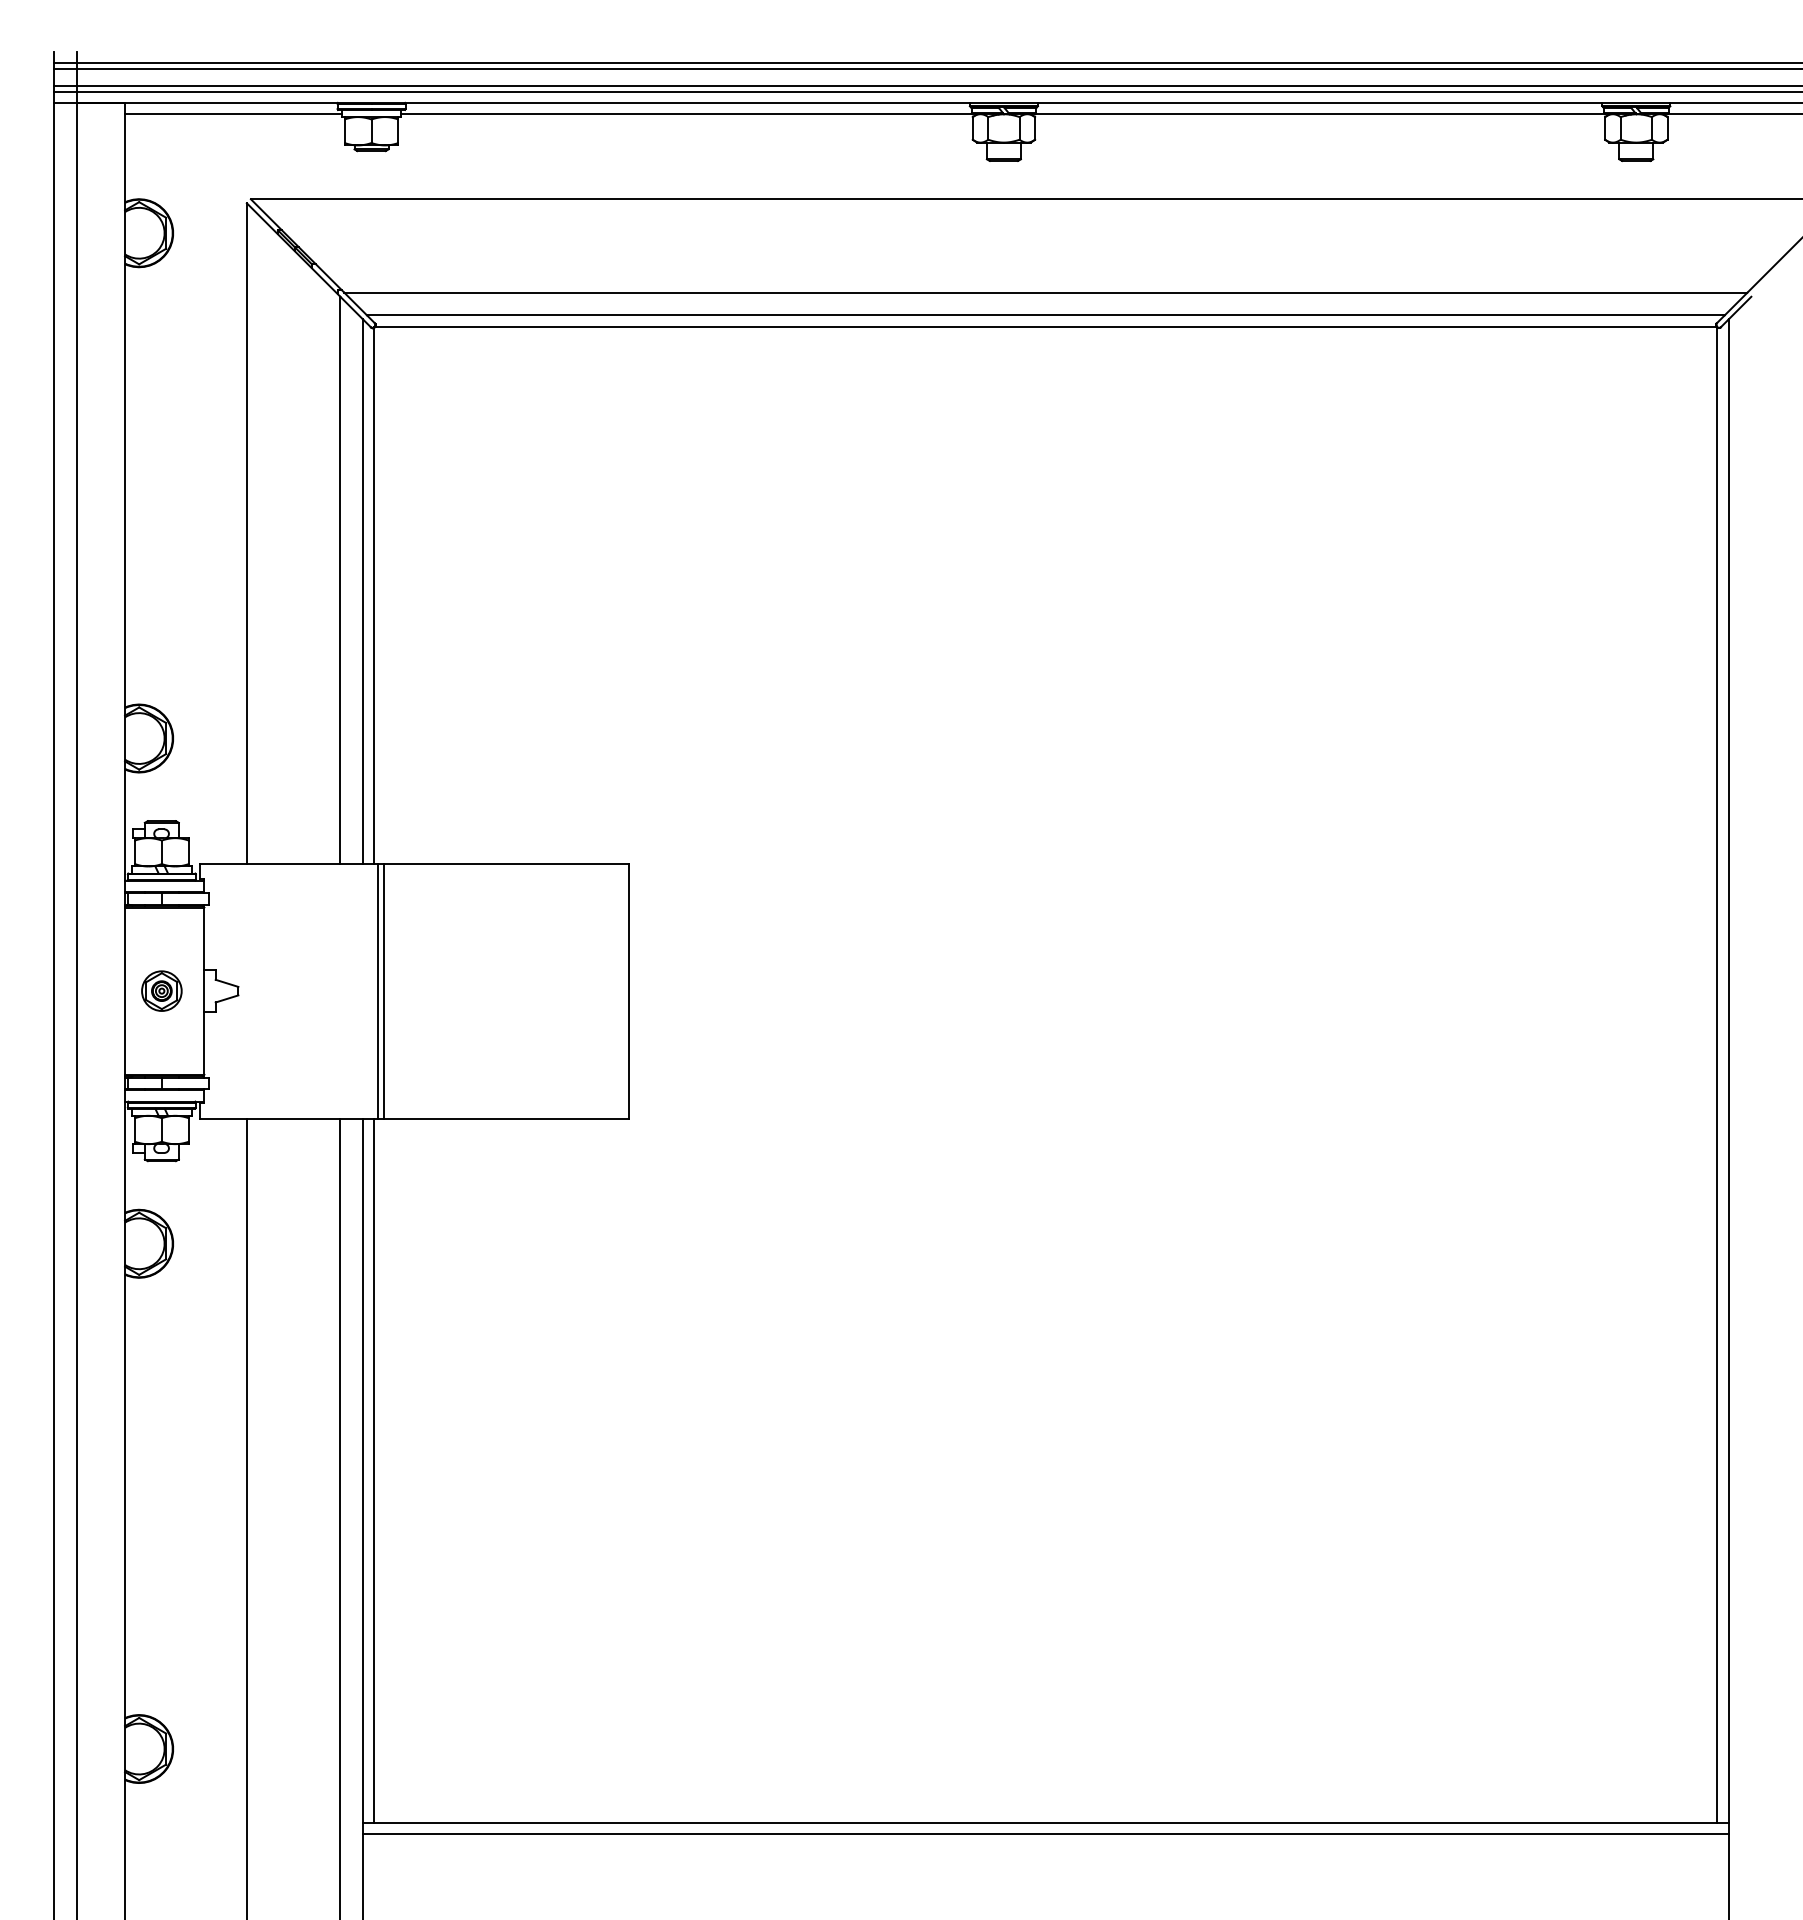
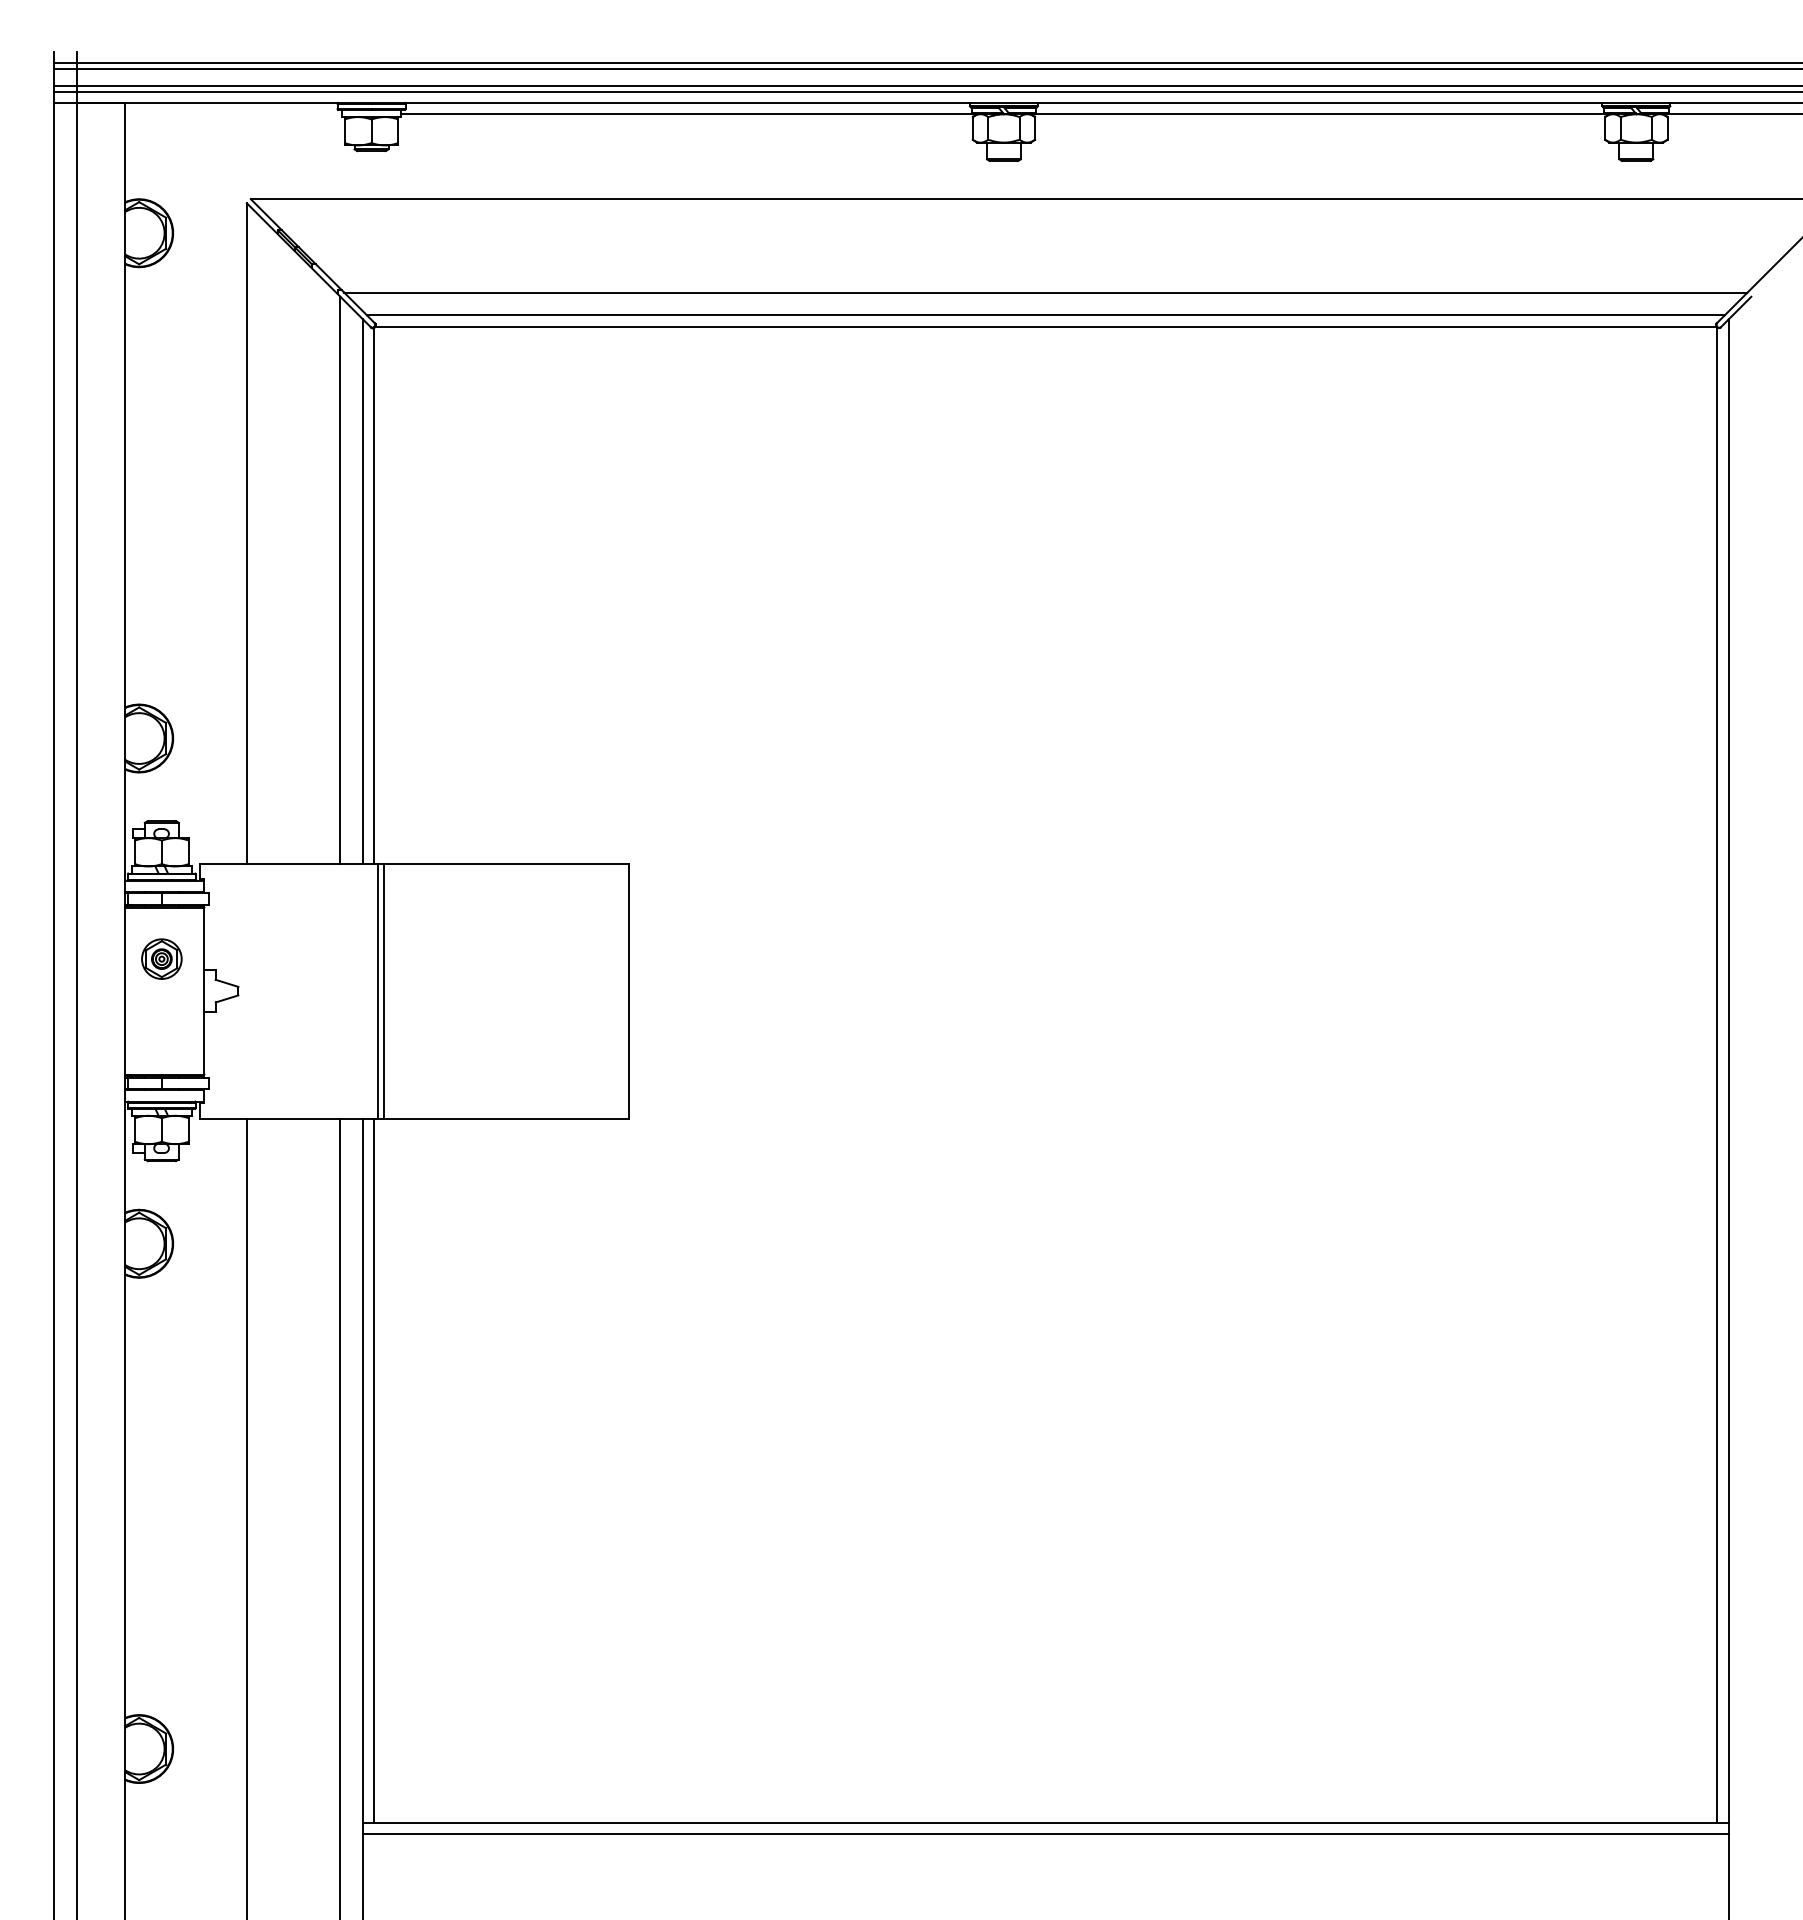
line at (233, 114): present -> none
part at (161, 990) position: (161, 990) -> (161, 958)
